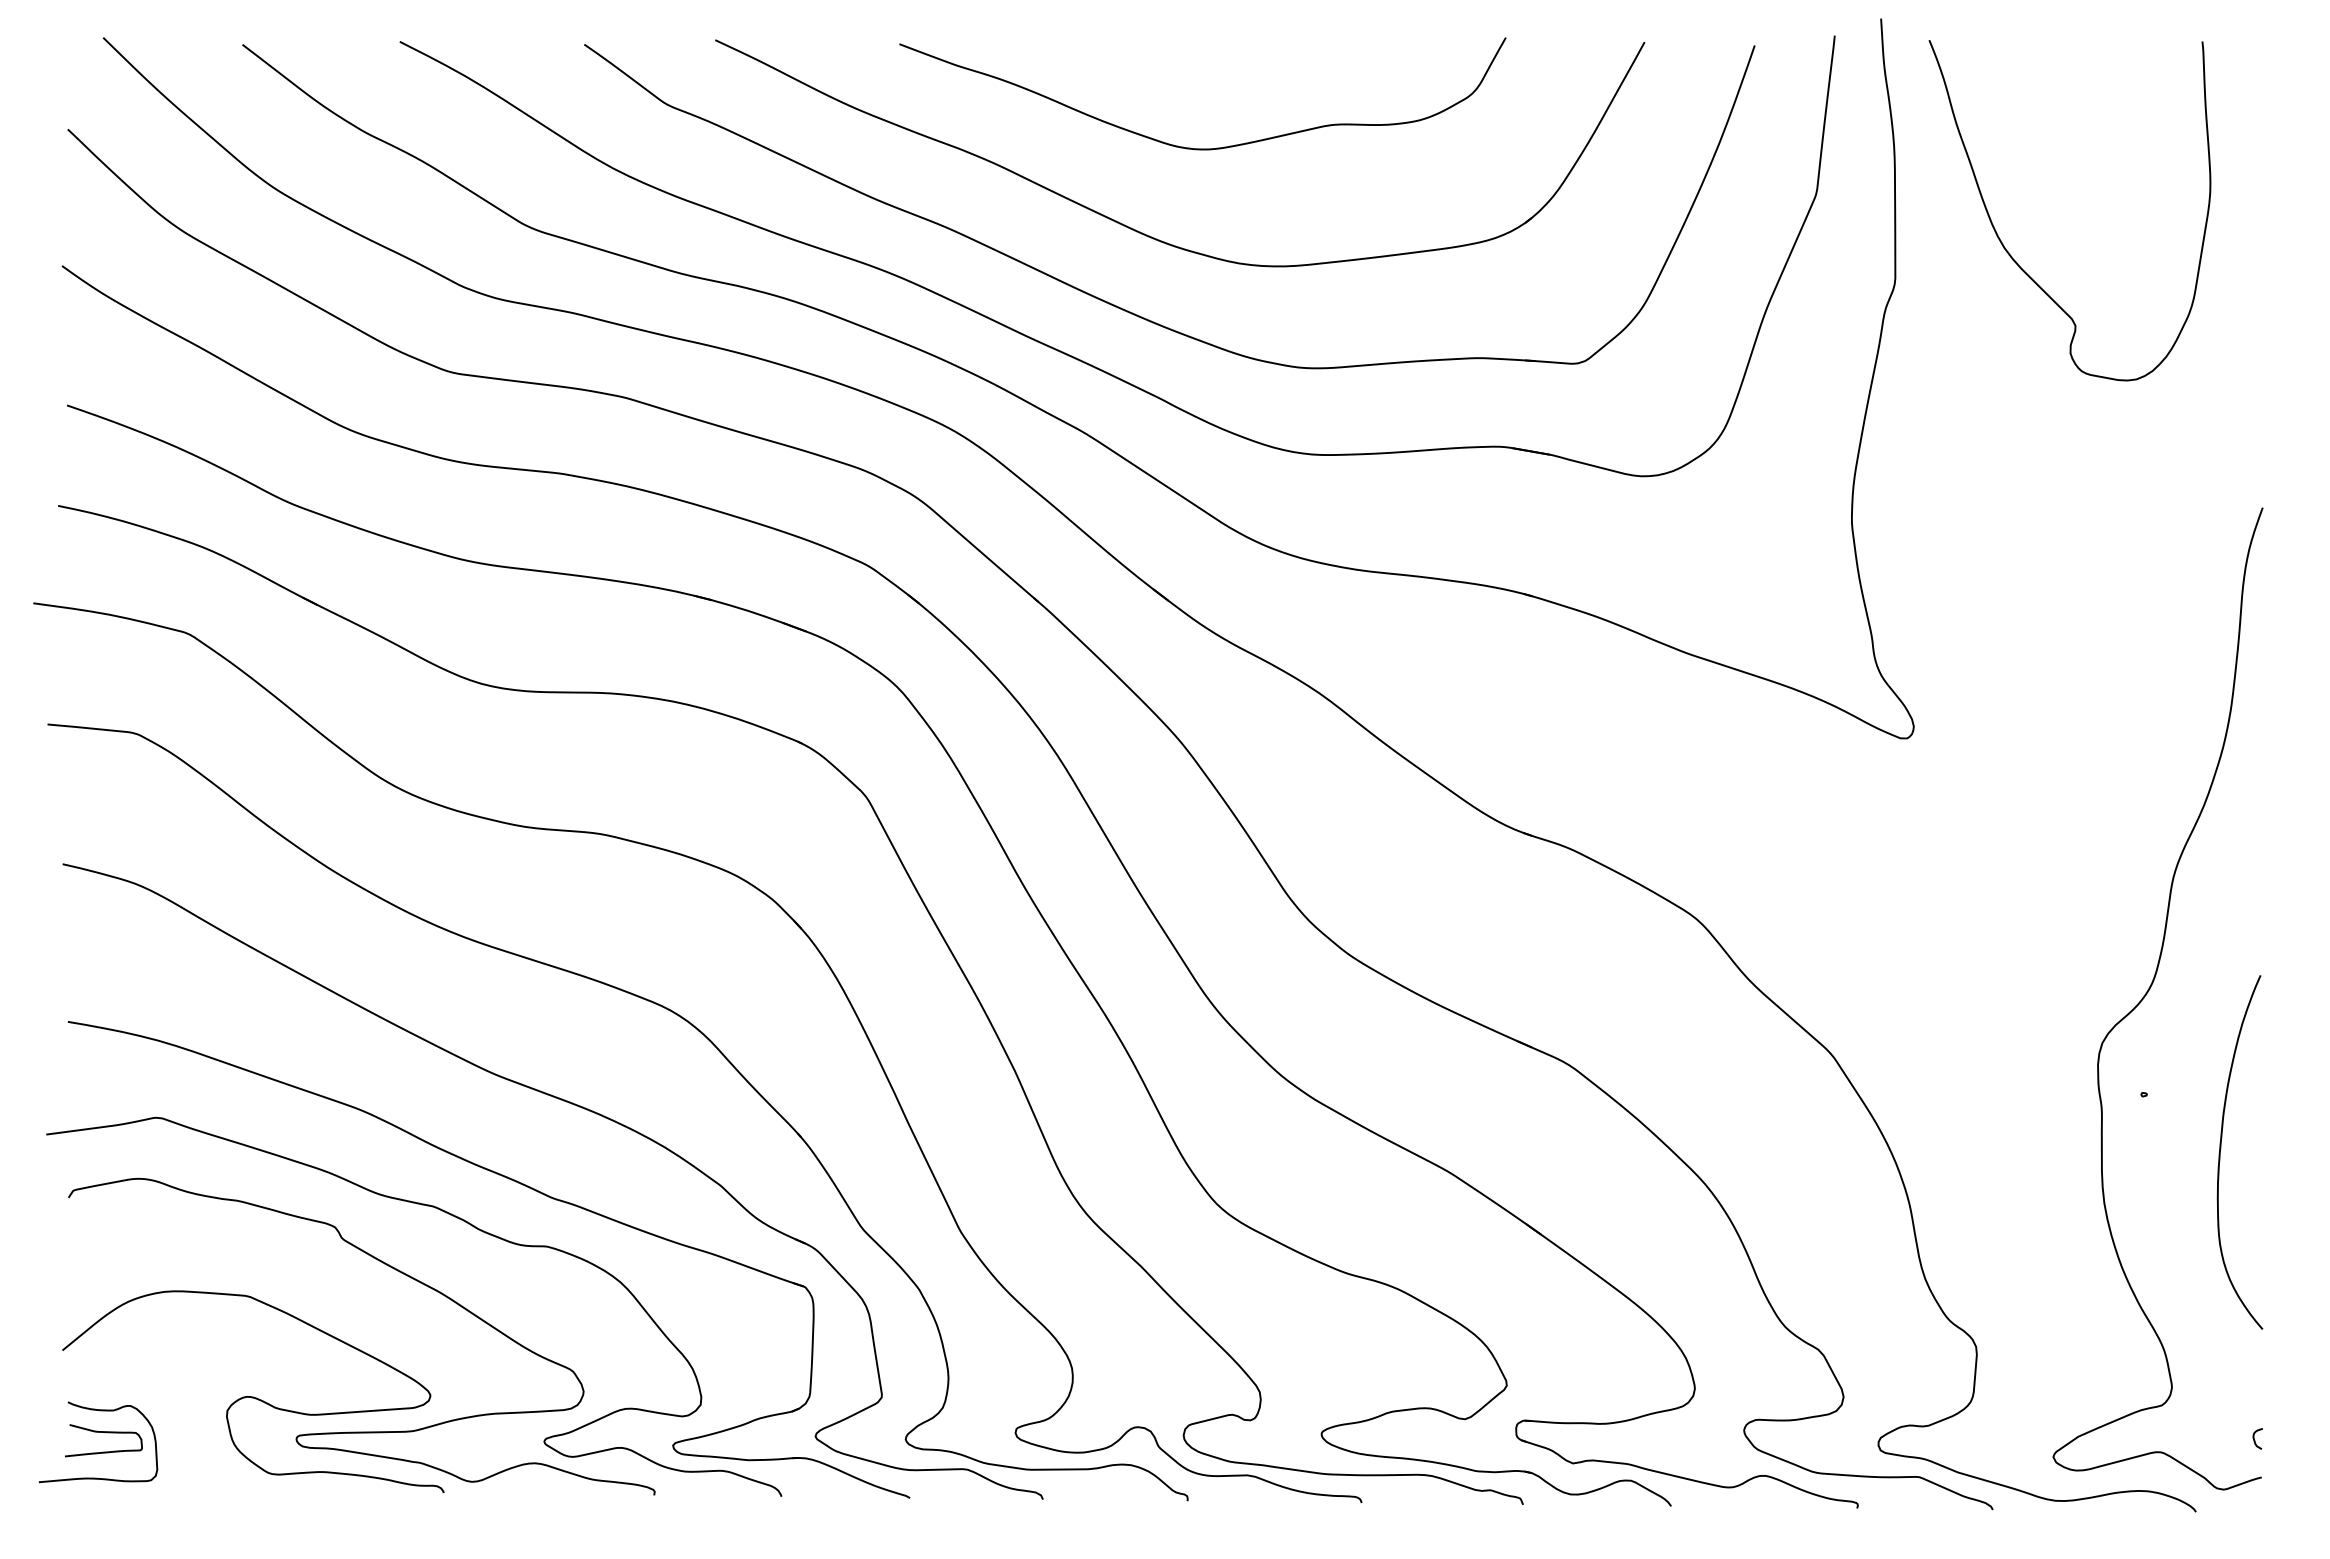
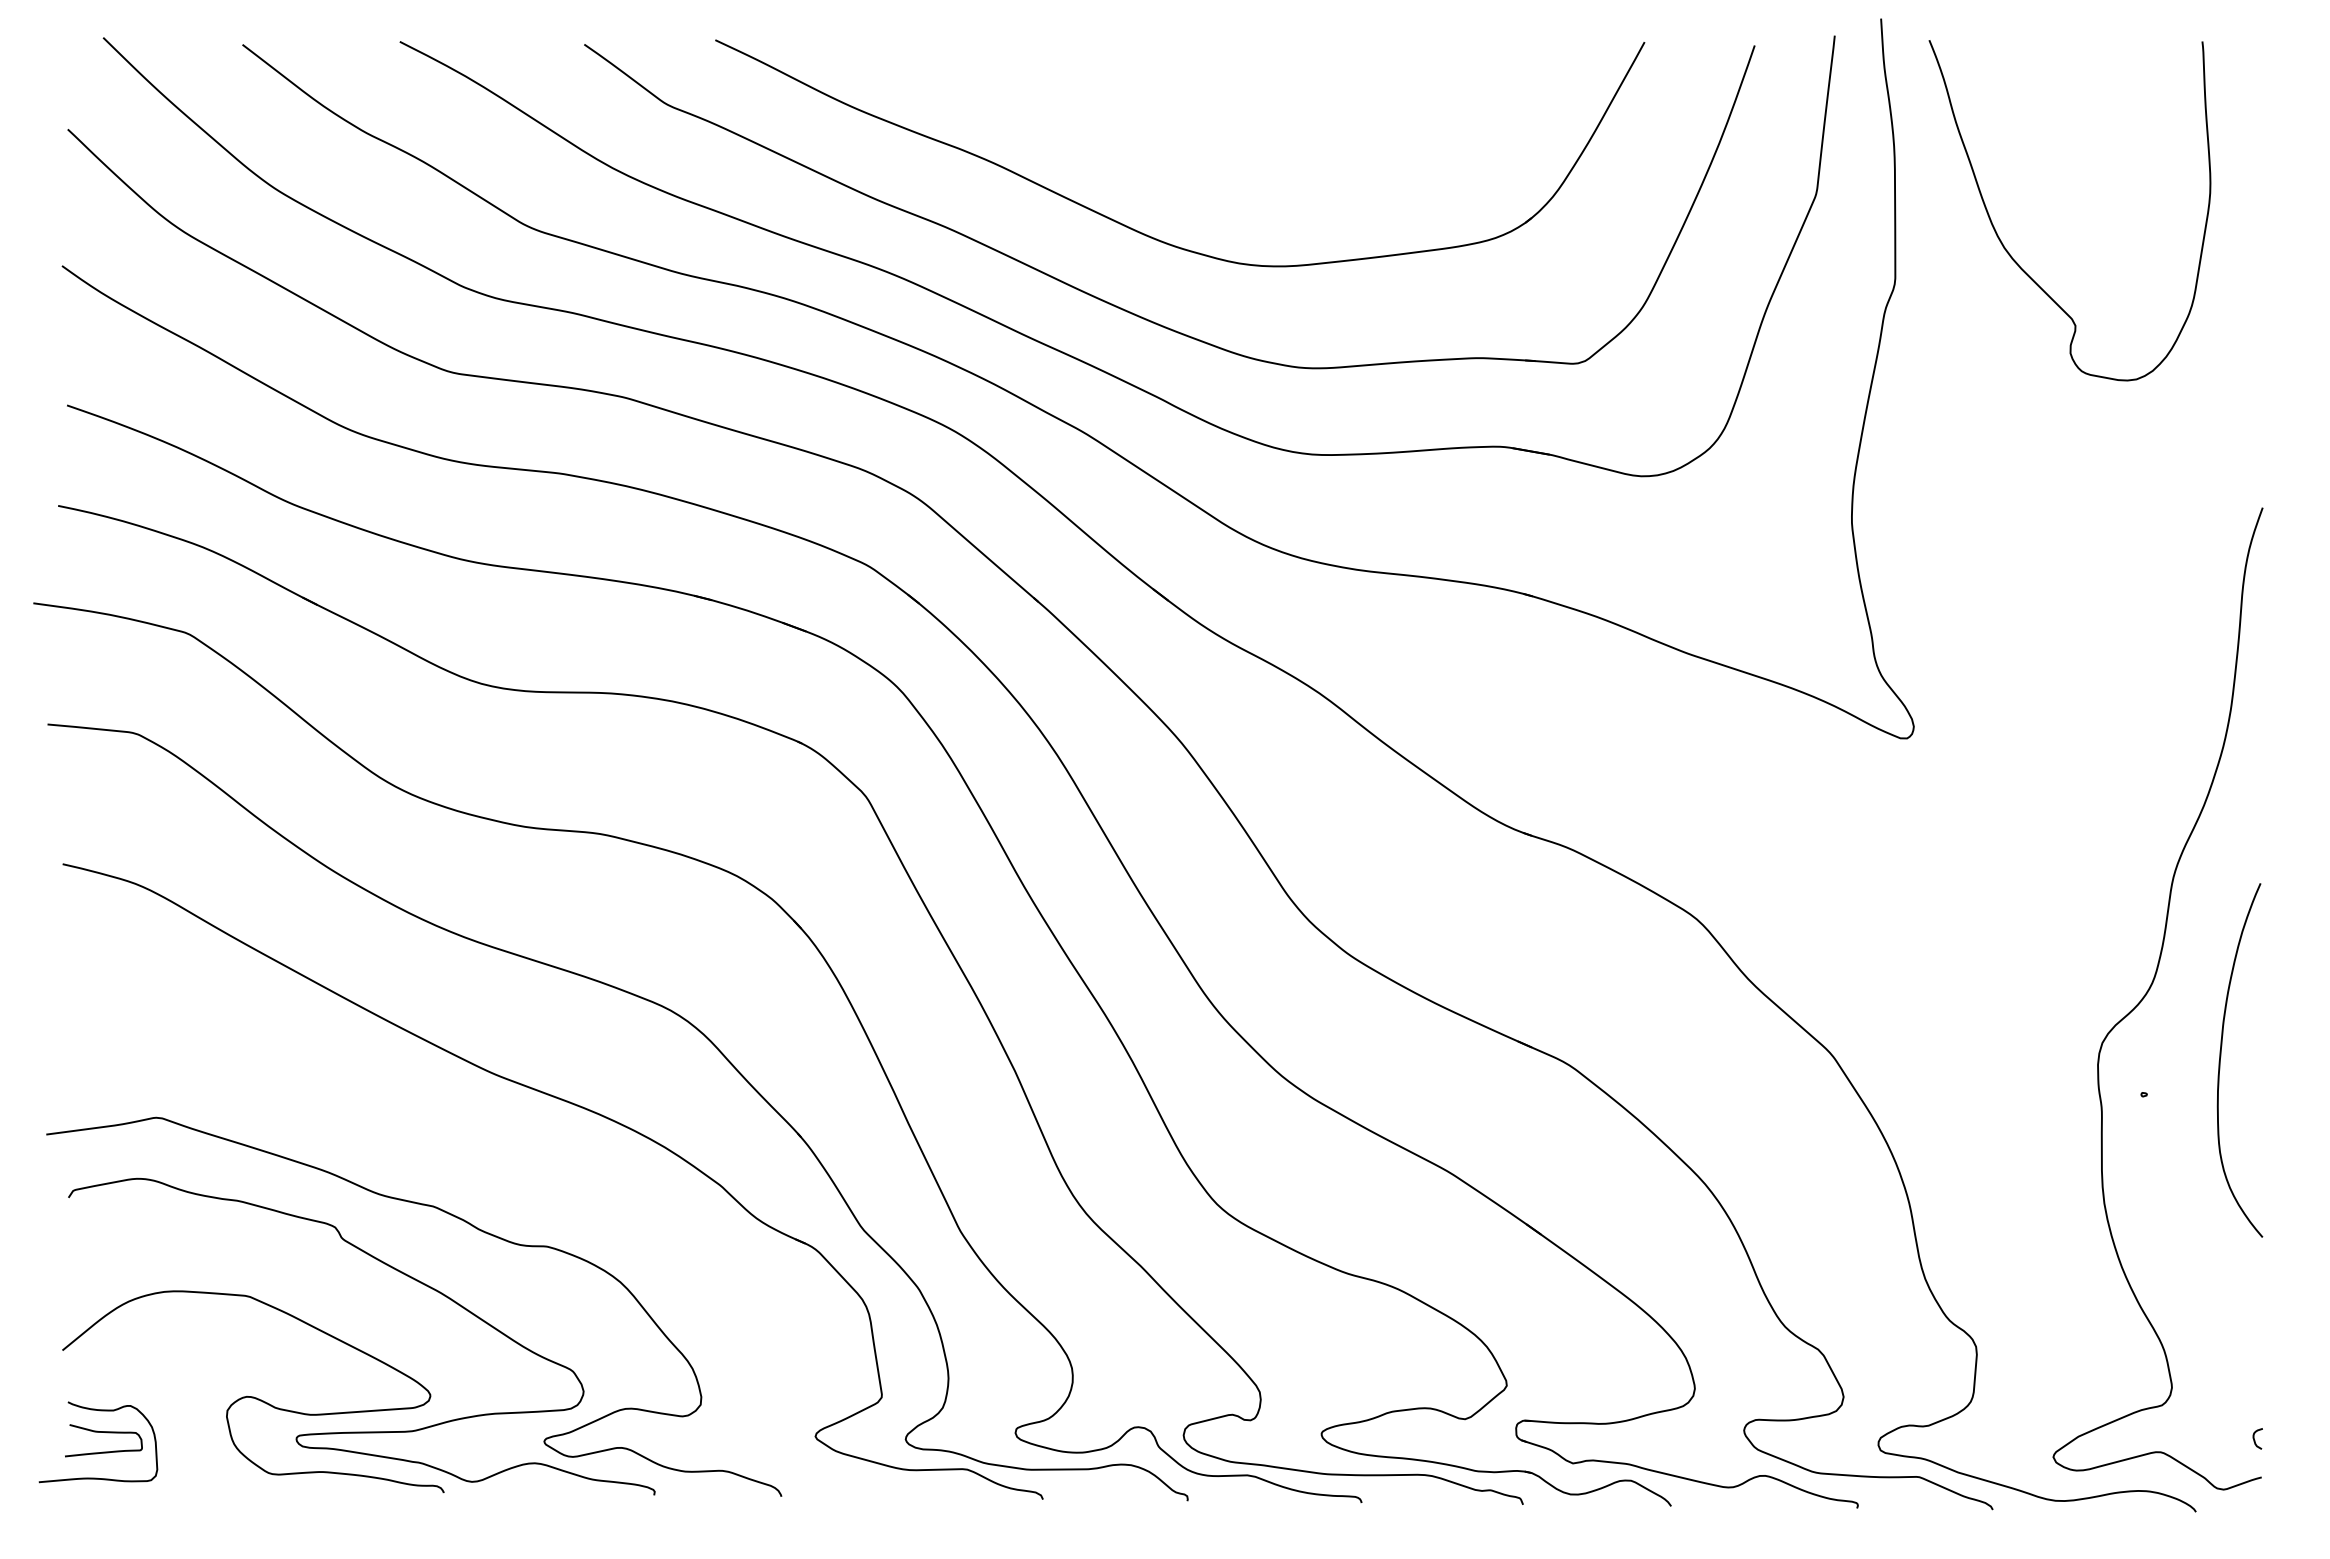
curve at (1202, 148): present -> none
curve at (2221, 1149) position: (2221, 1149) -> (2221, 1057)
part at (524, 1186): present -> none
